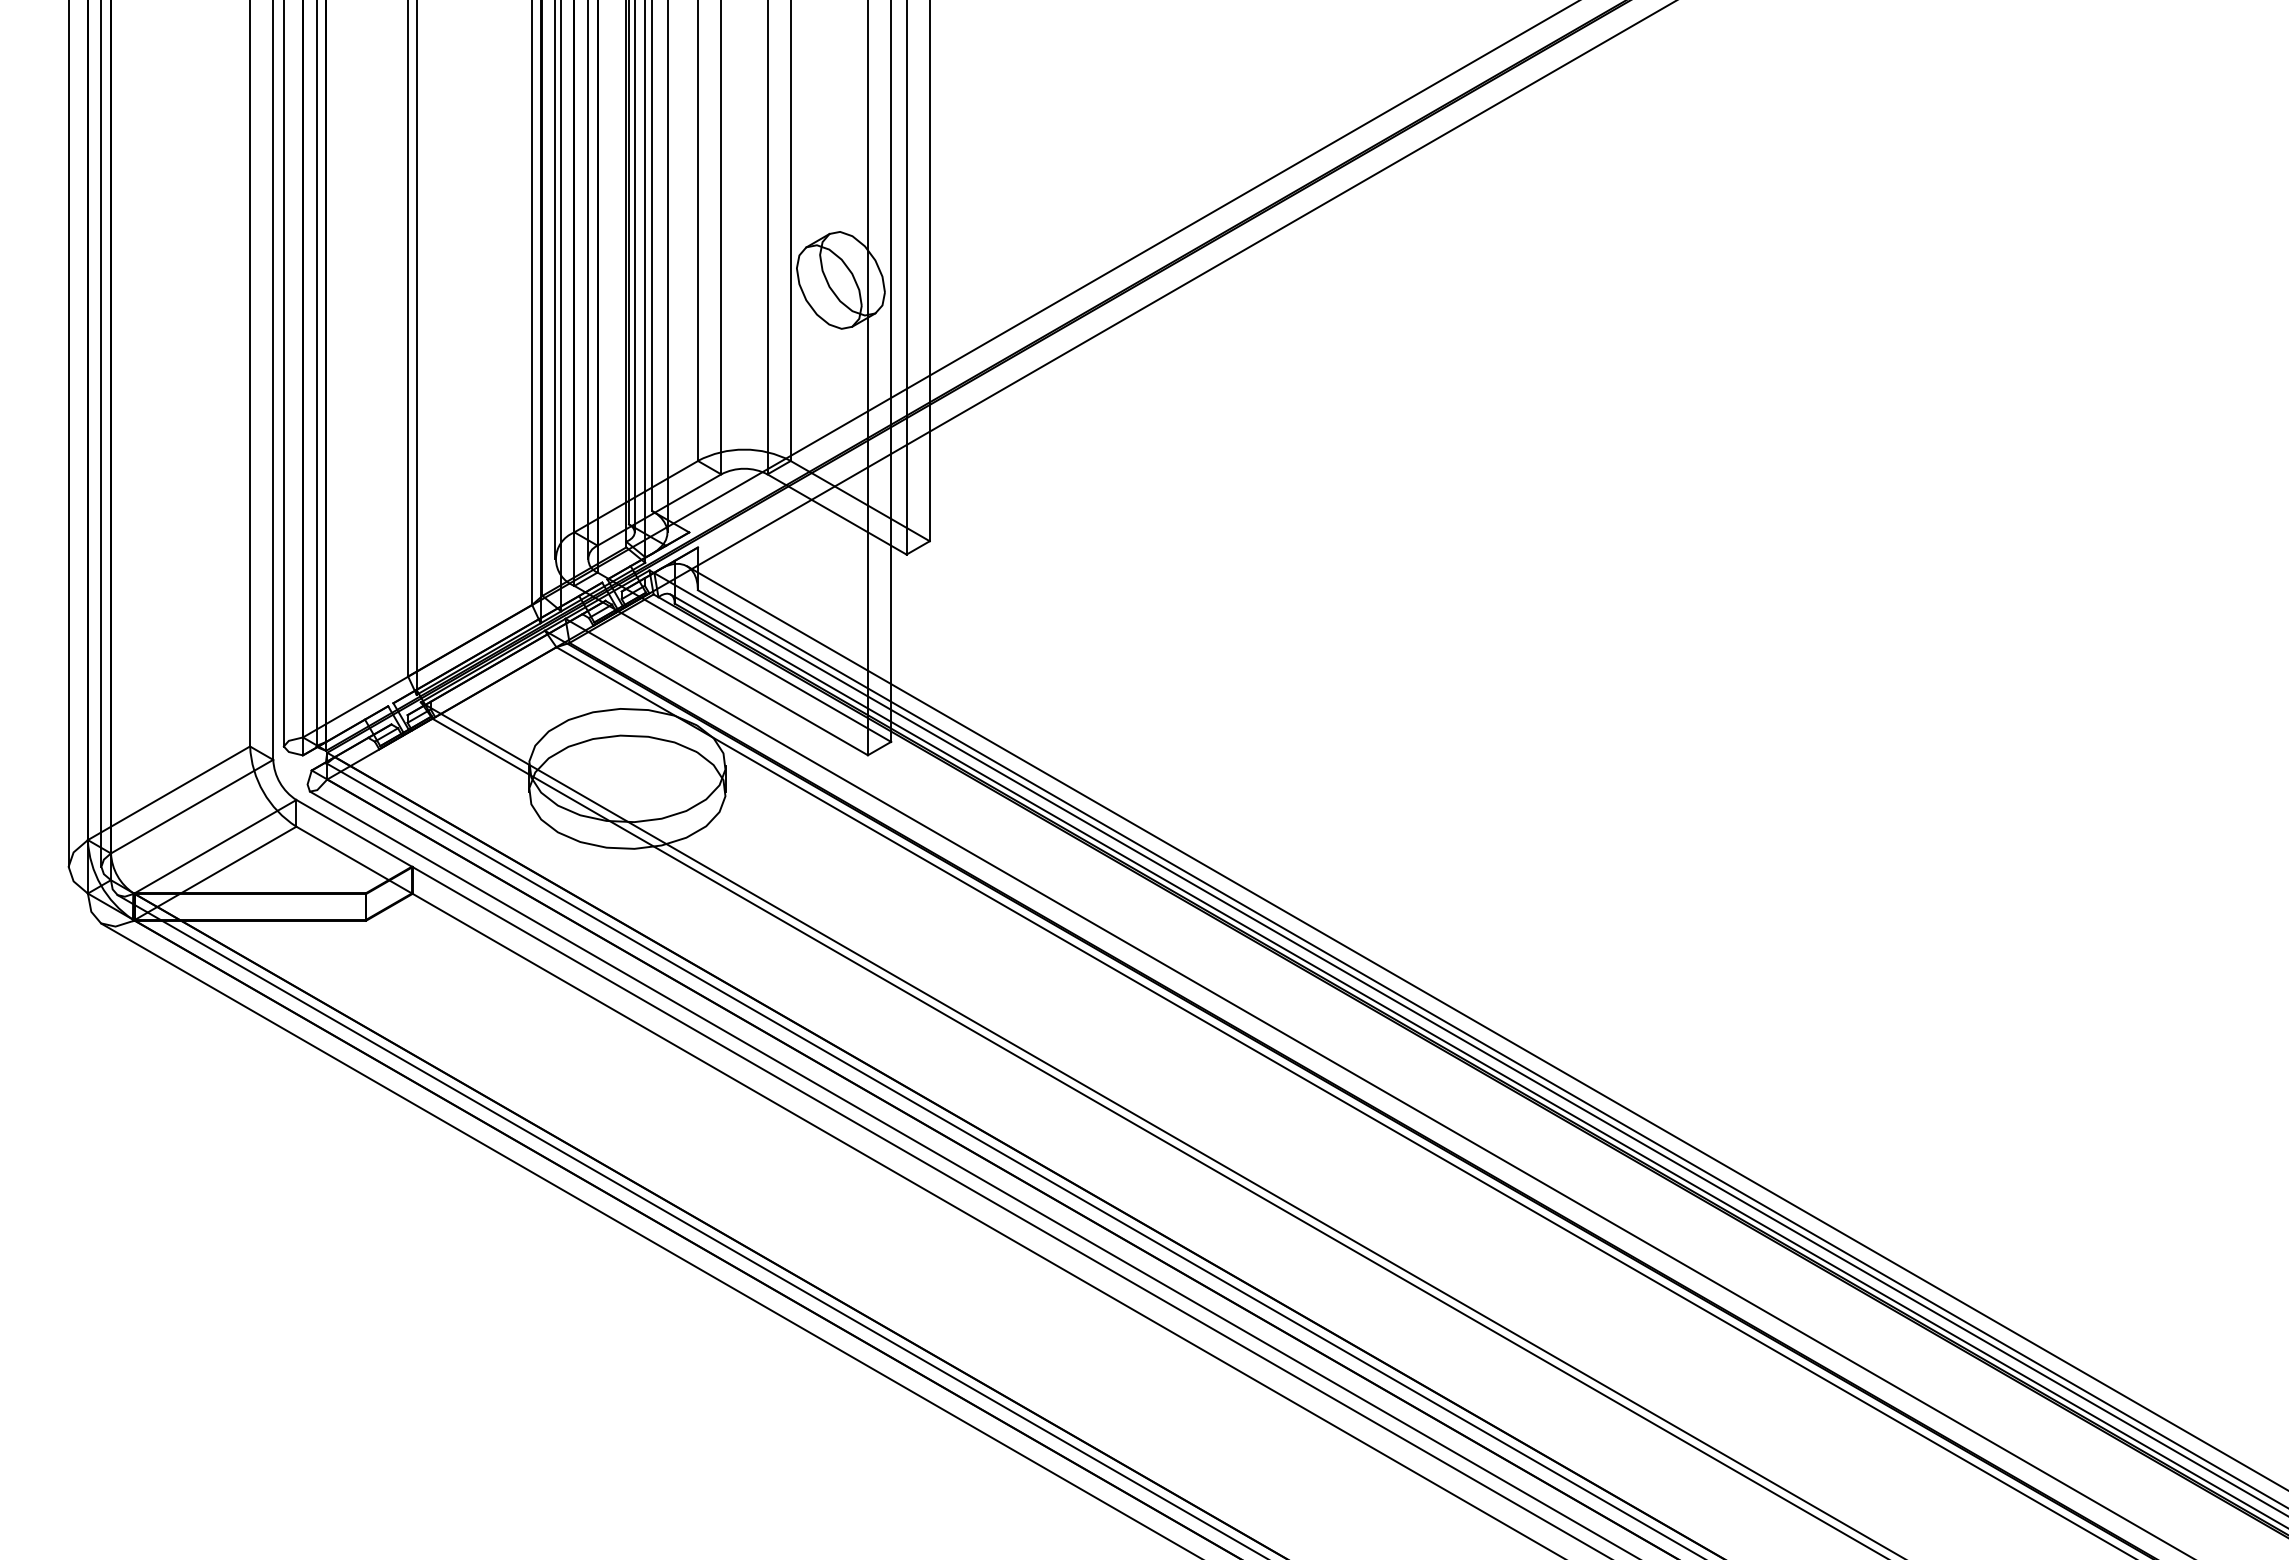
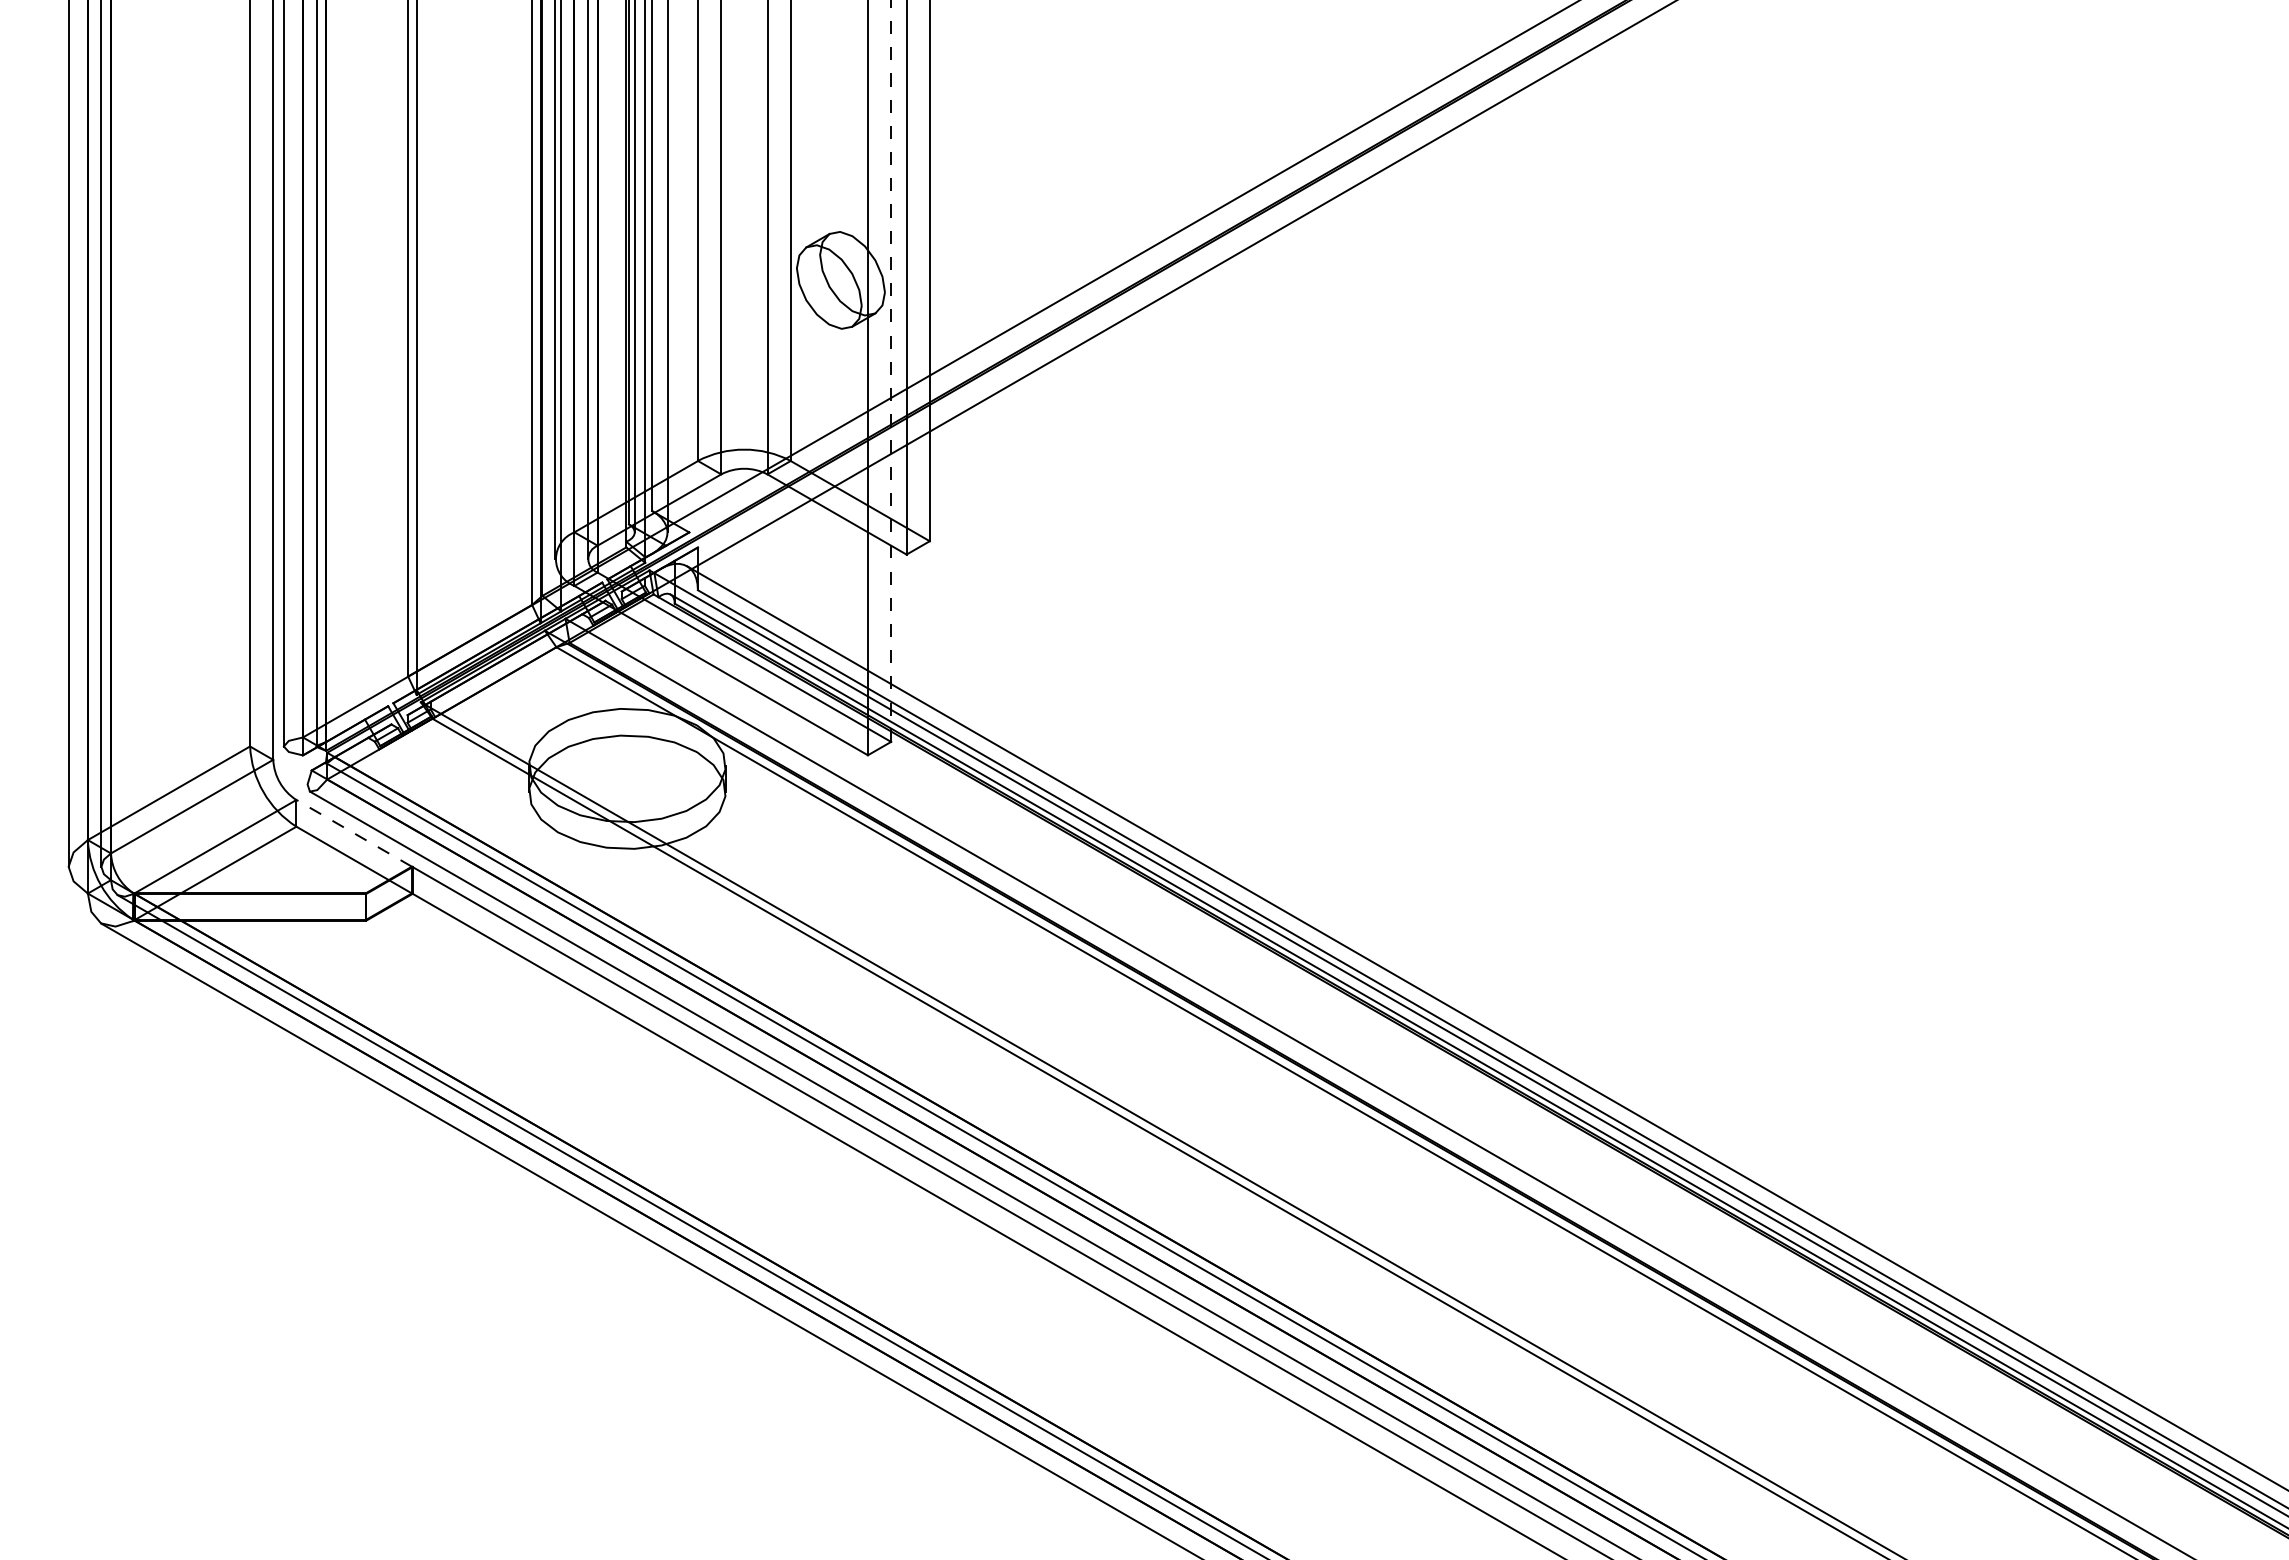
line at (891, 371): solid -> dashed
line at (354, 833): solid -> dashed
